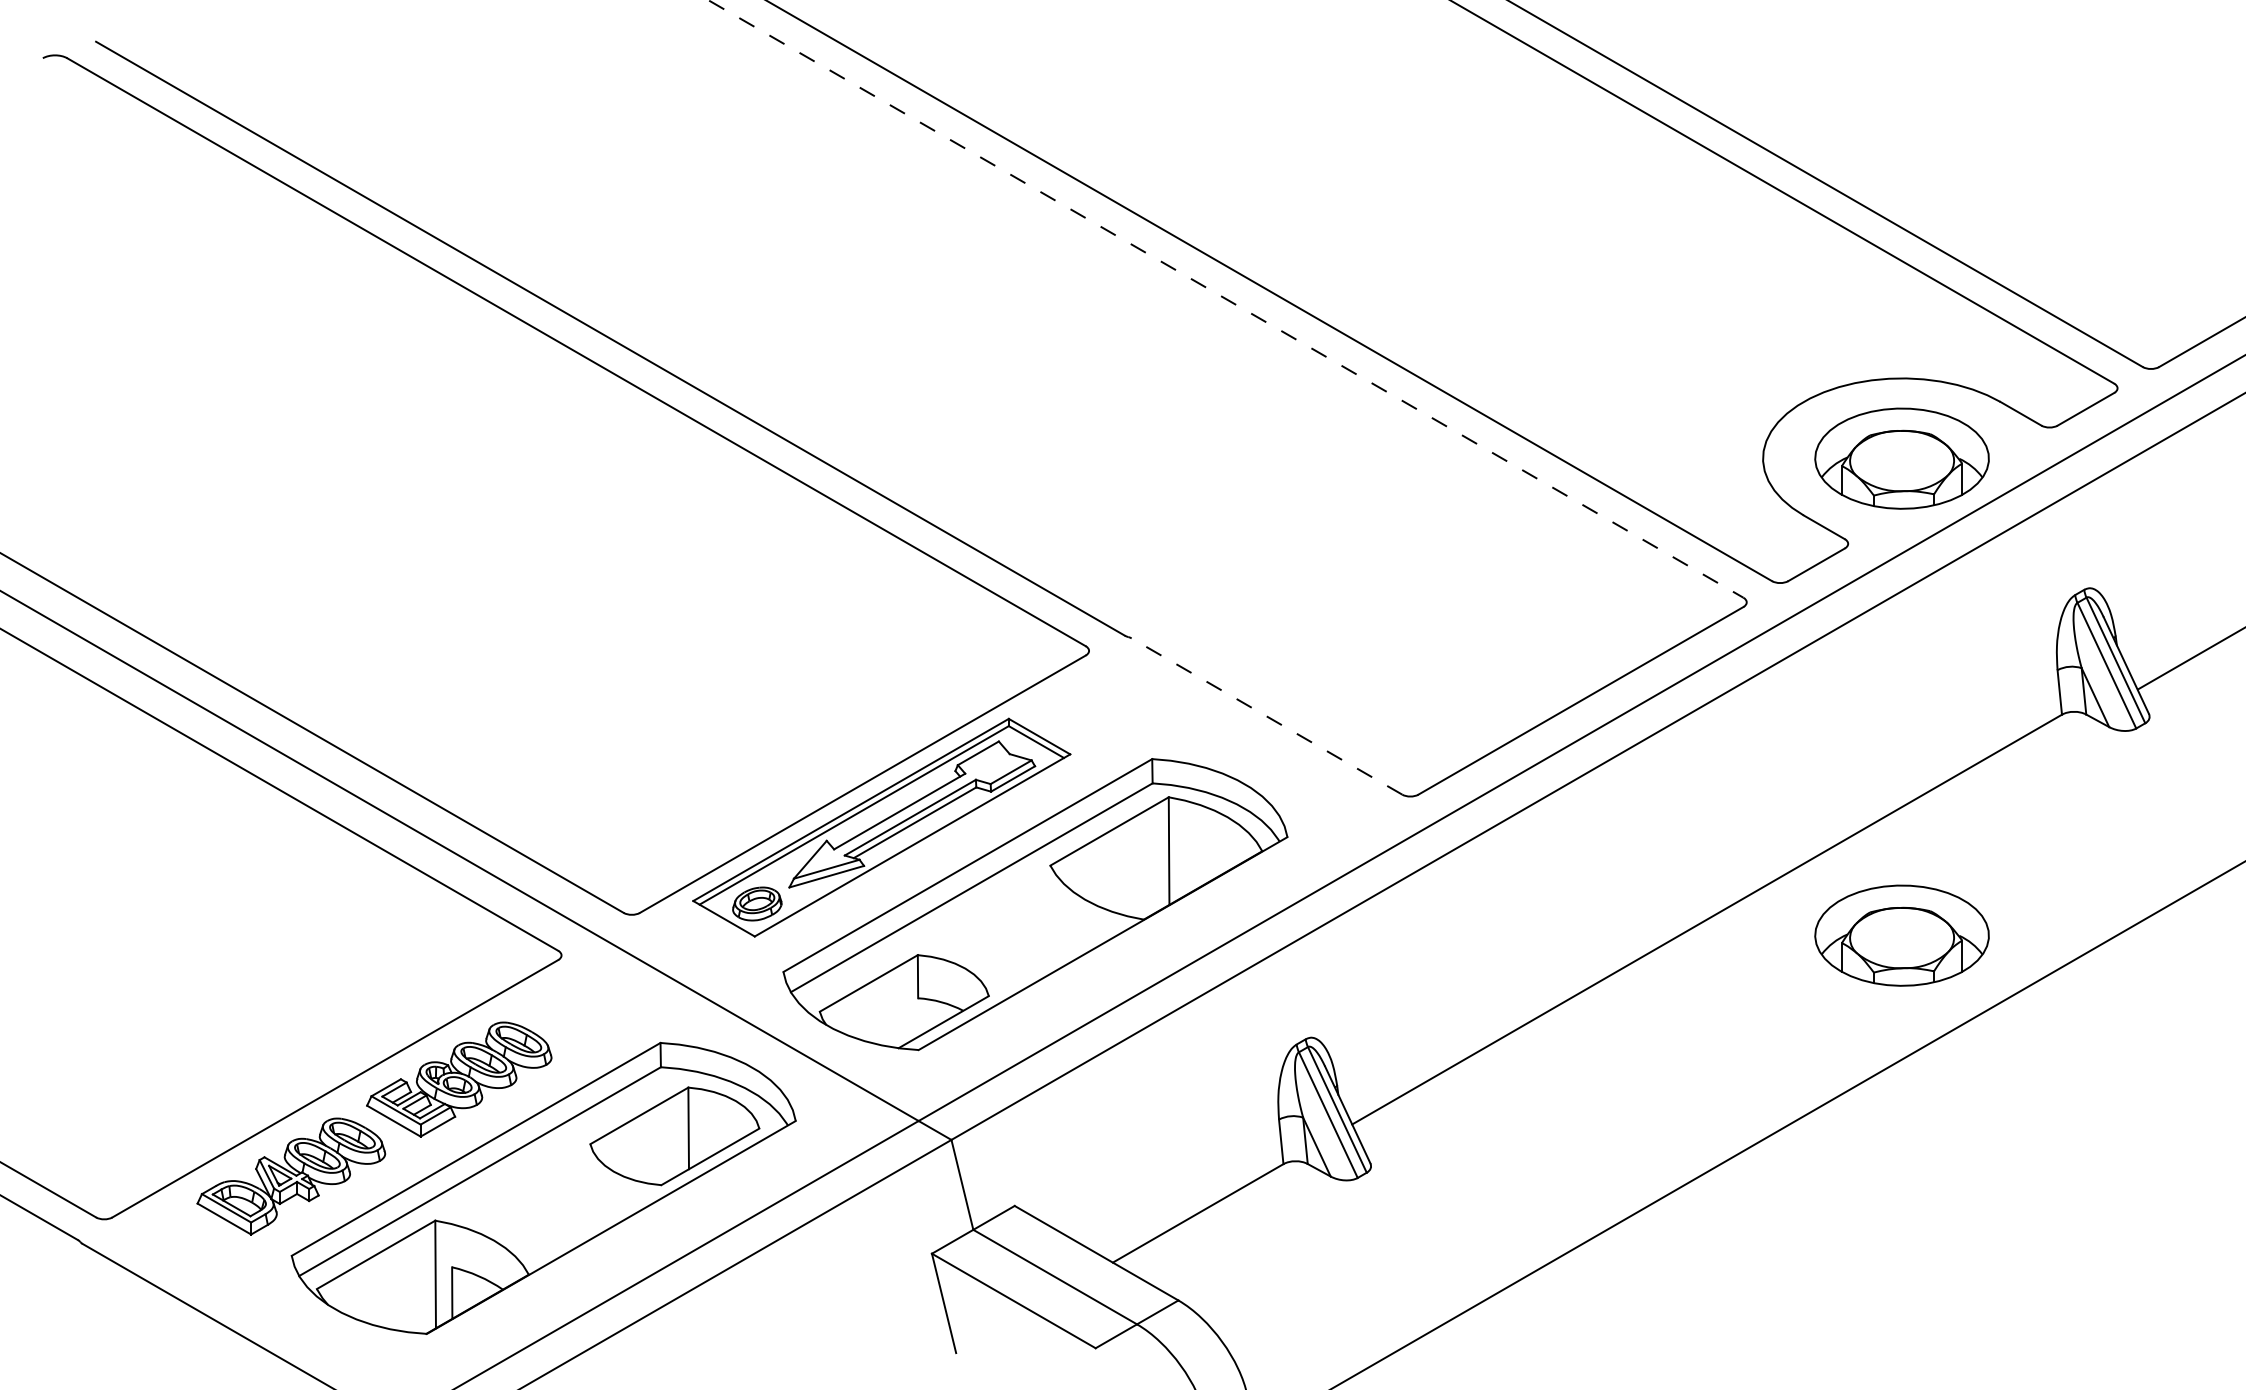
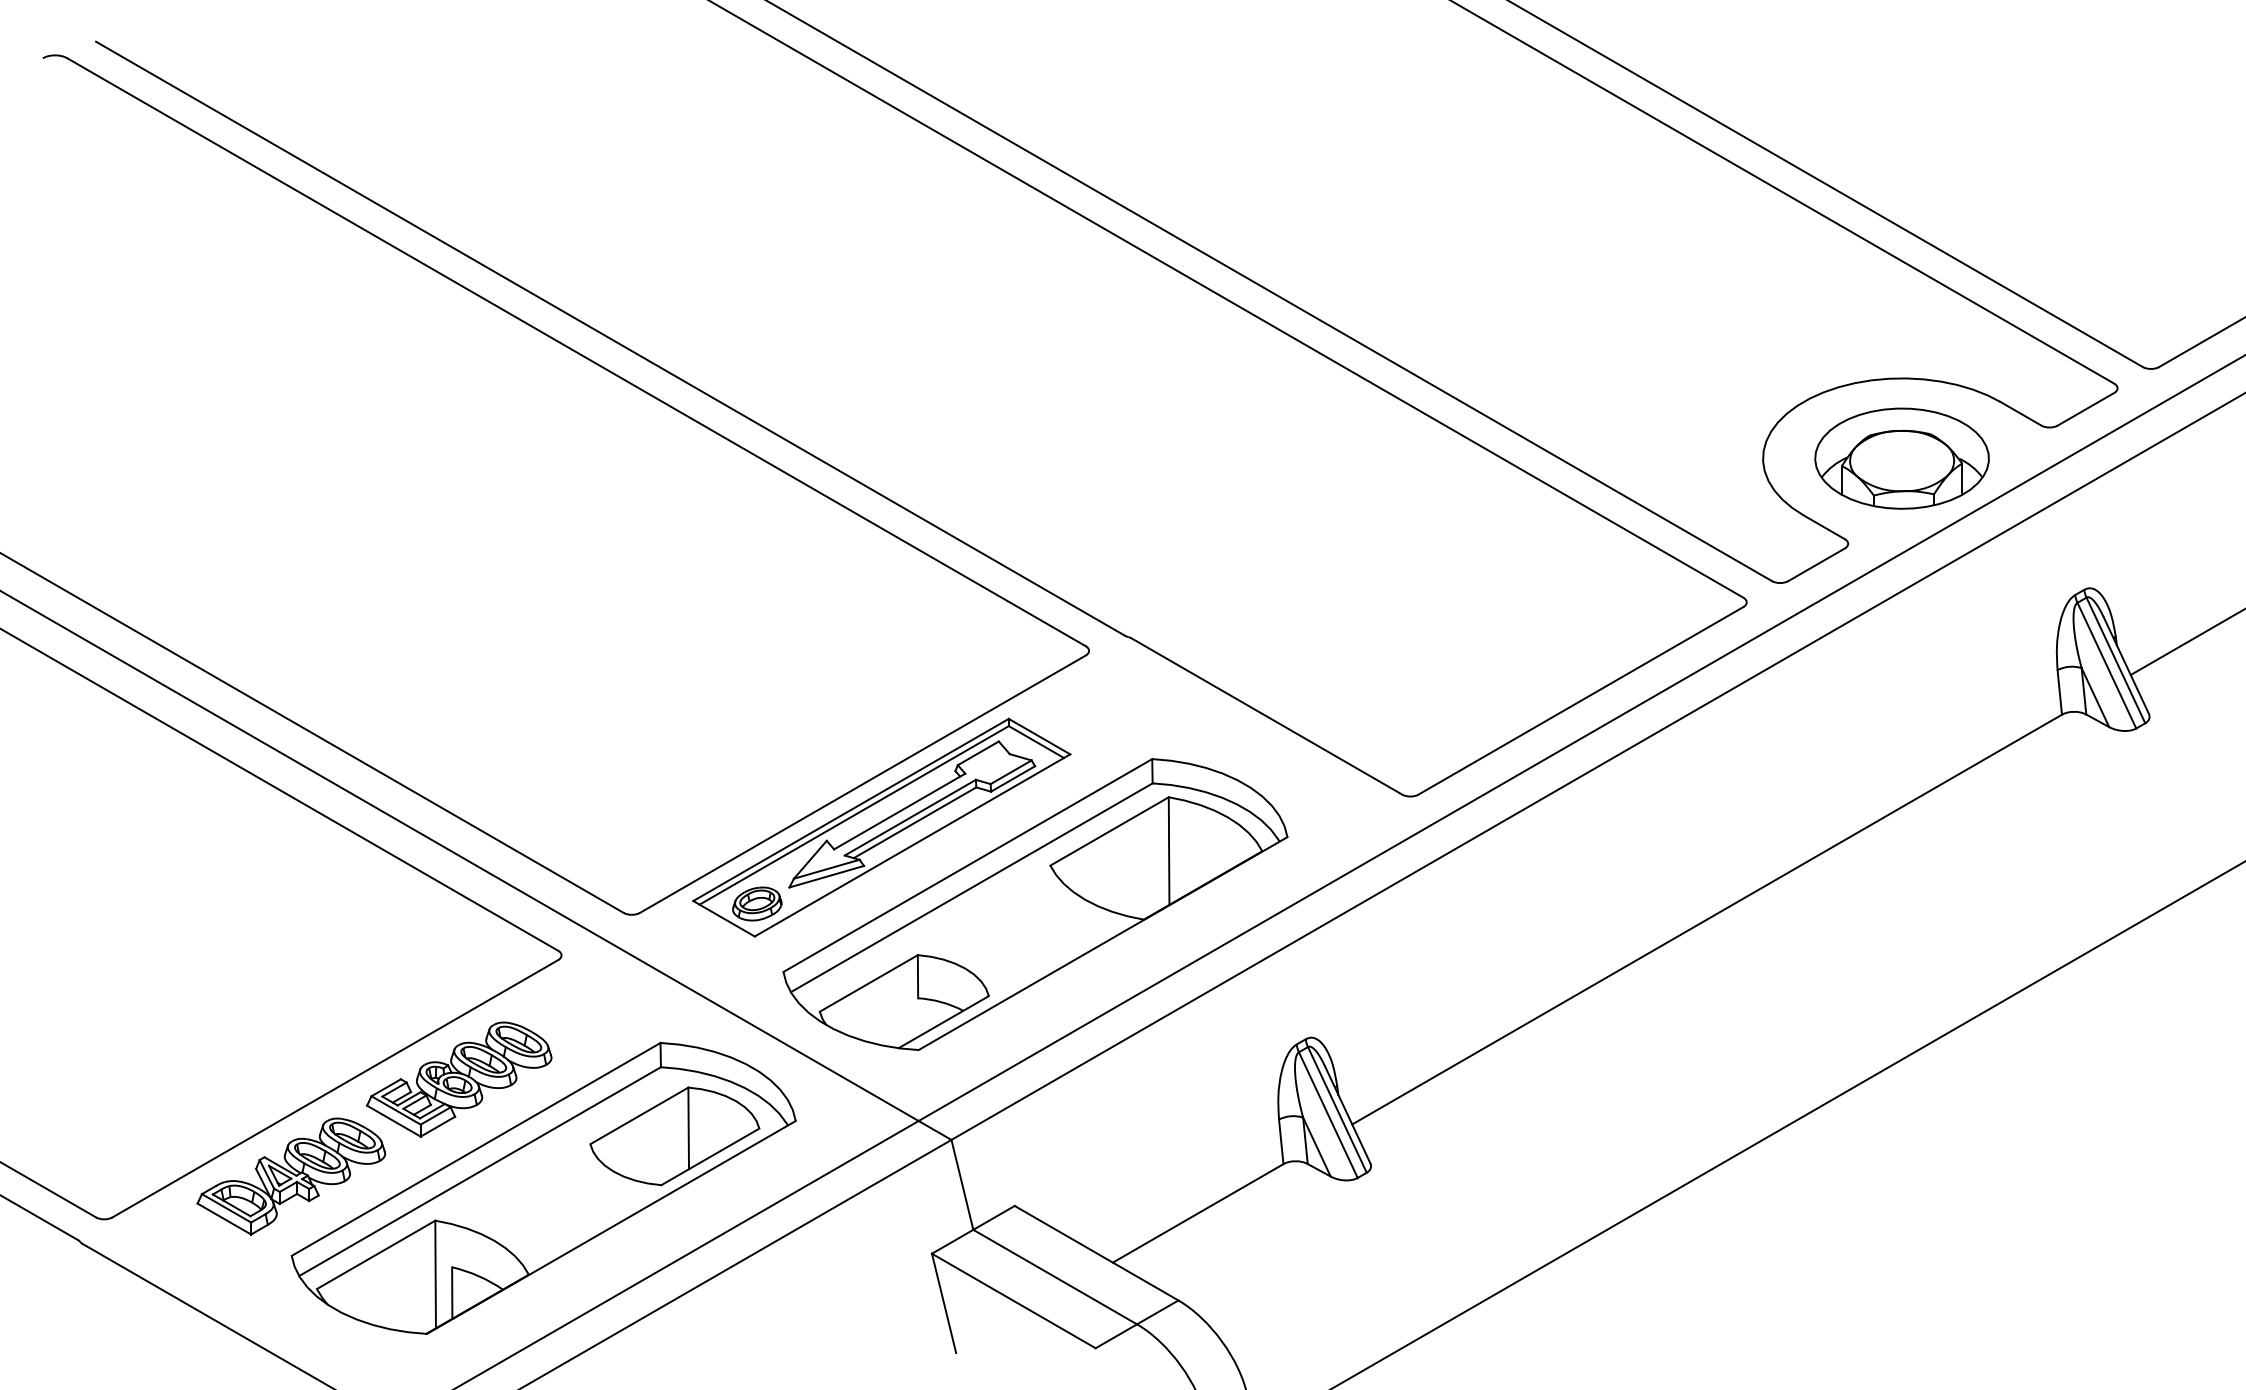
line at (1226, 299): dashed -> solid
line at (2190, 658) position: (2190, 658) -> (2186, 642)
line at (1266, 716): dashed -> solid
part at (1901, 935): present -> none
